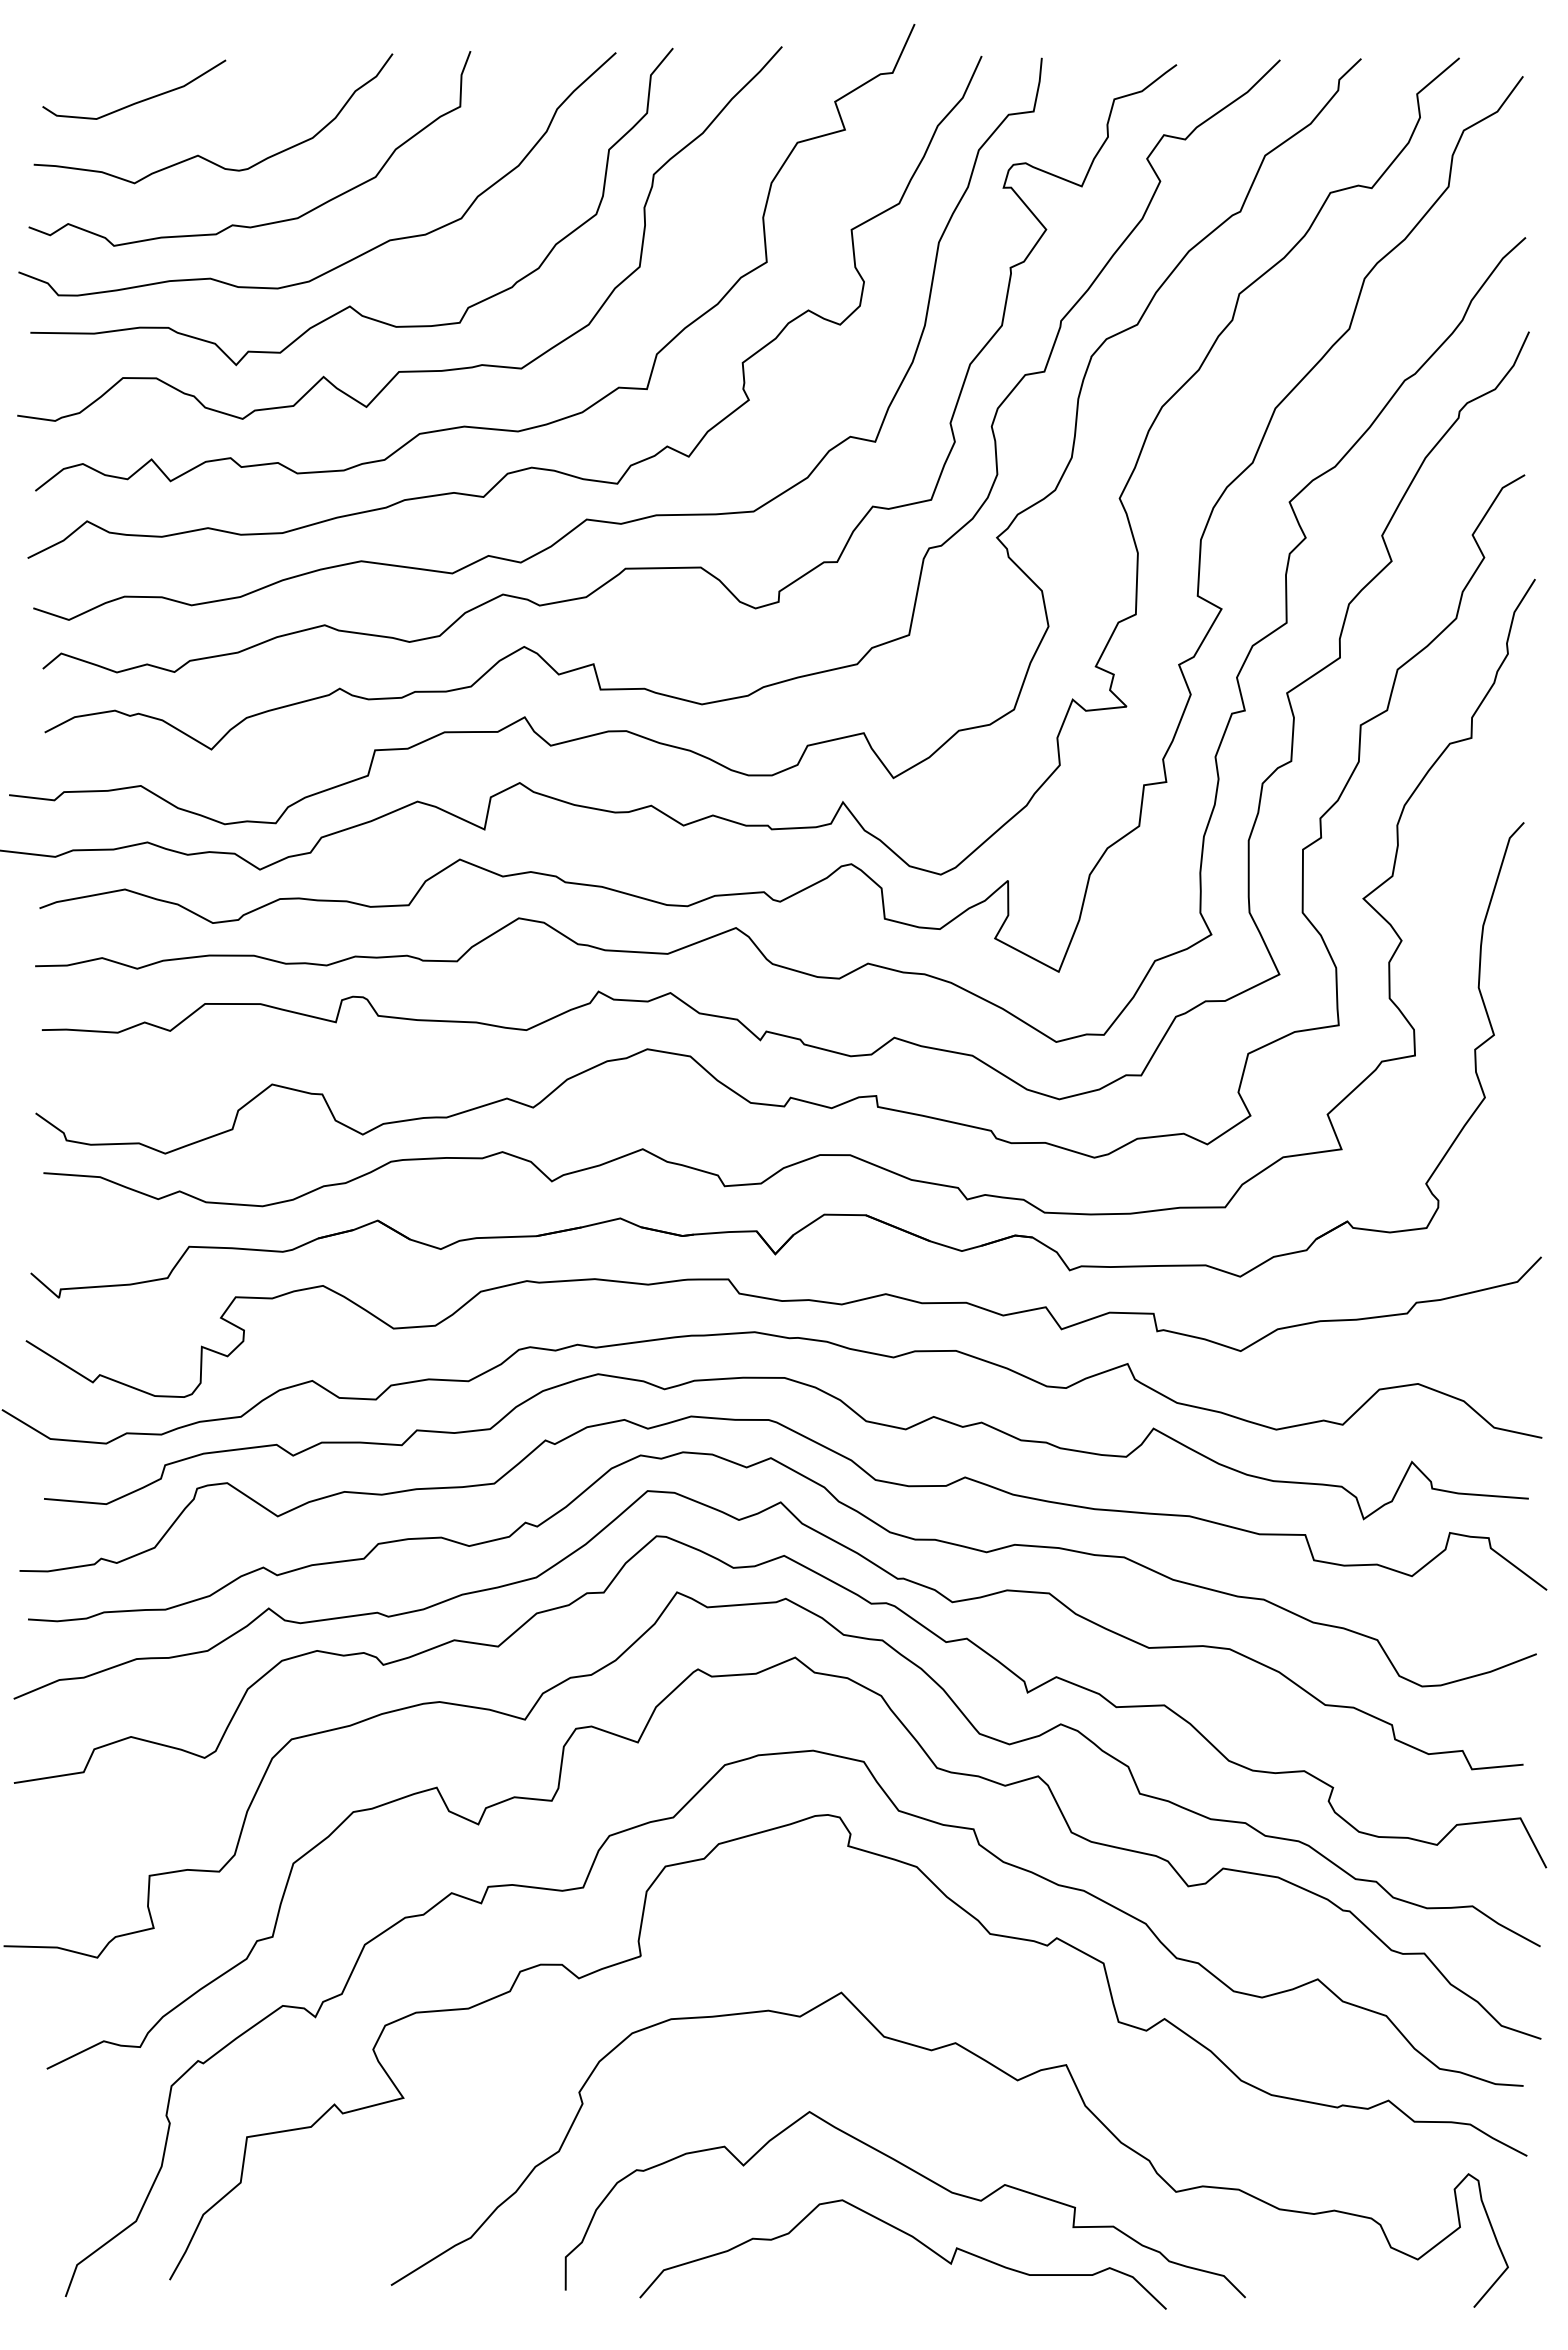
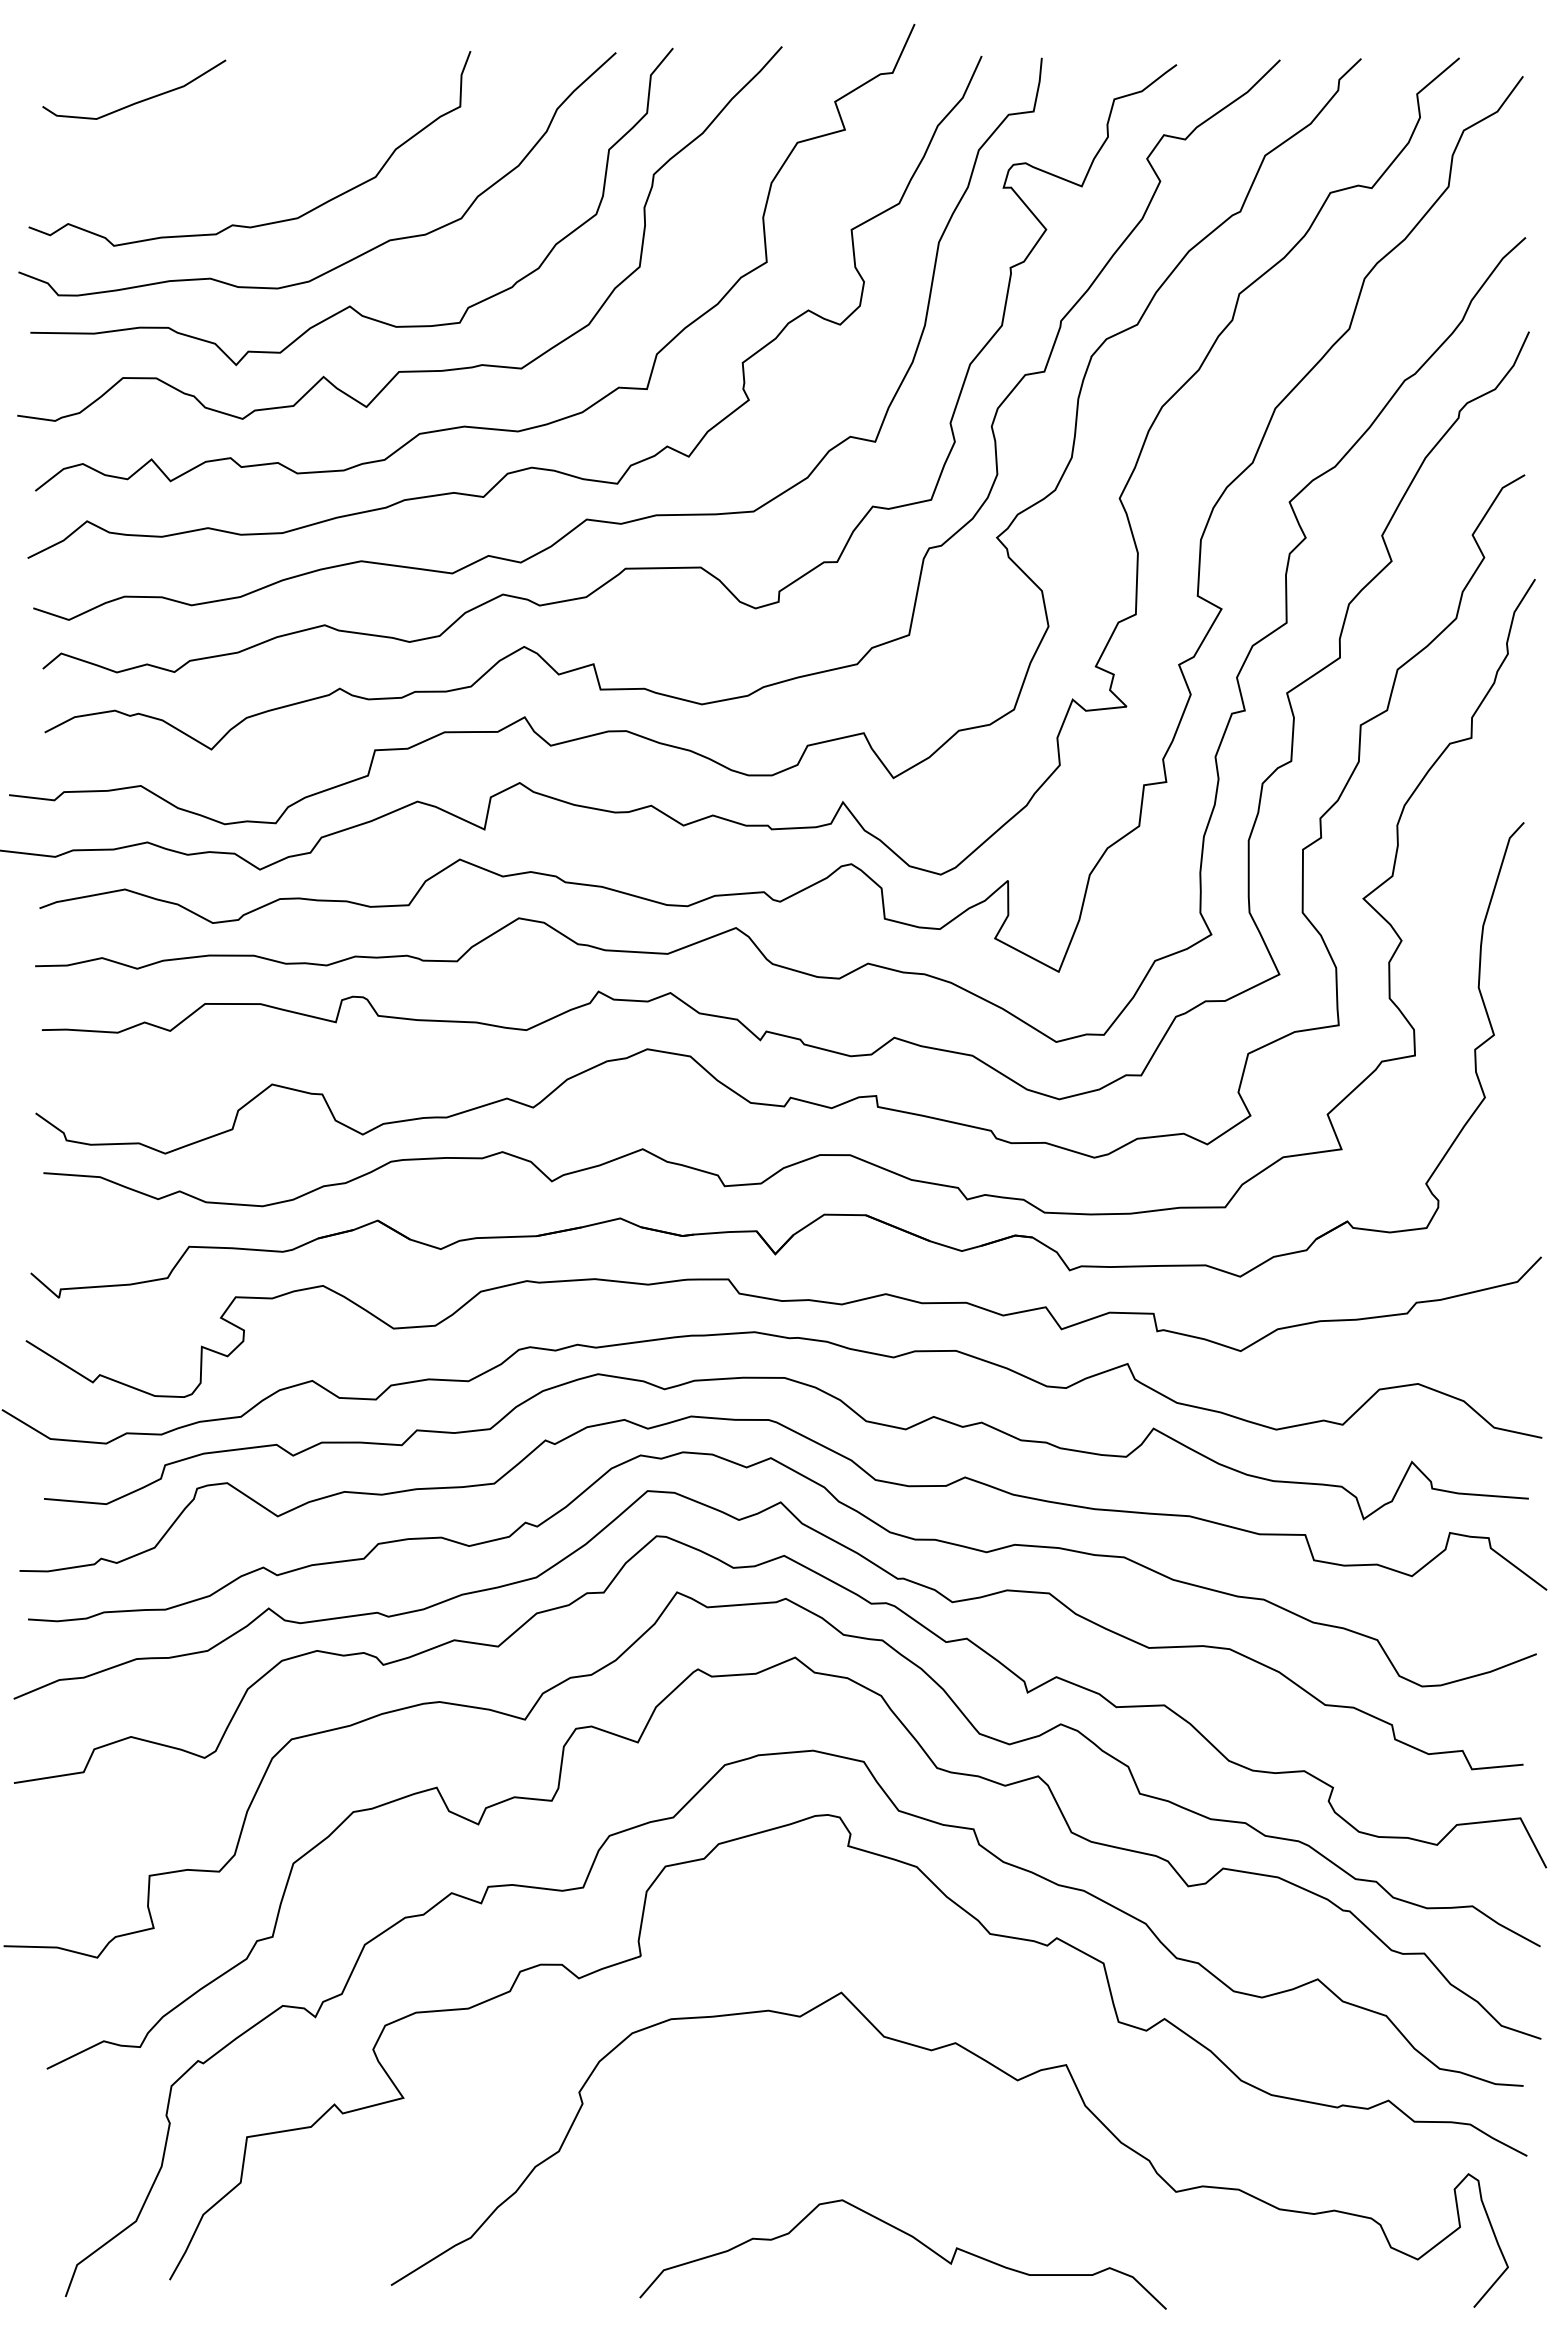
curve at (198, 154): present -> none
curve at (919, 2175): present -> none
